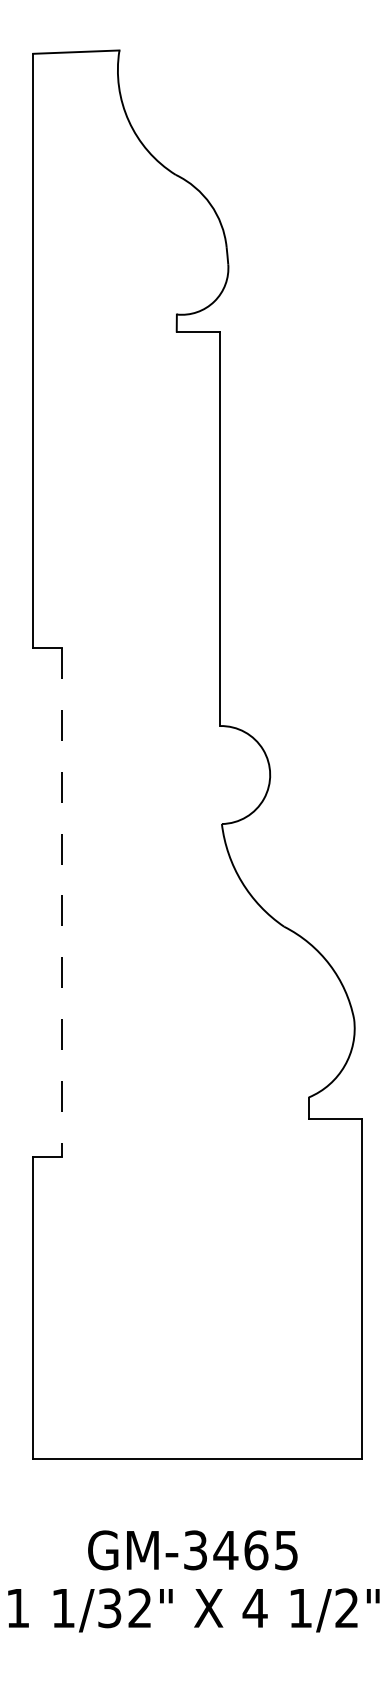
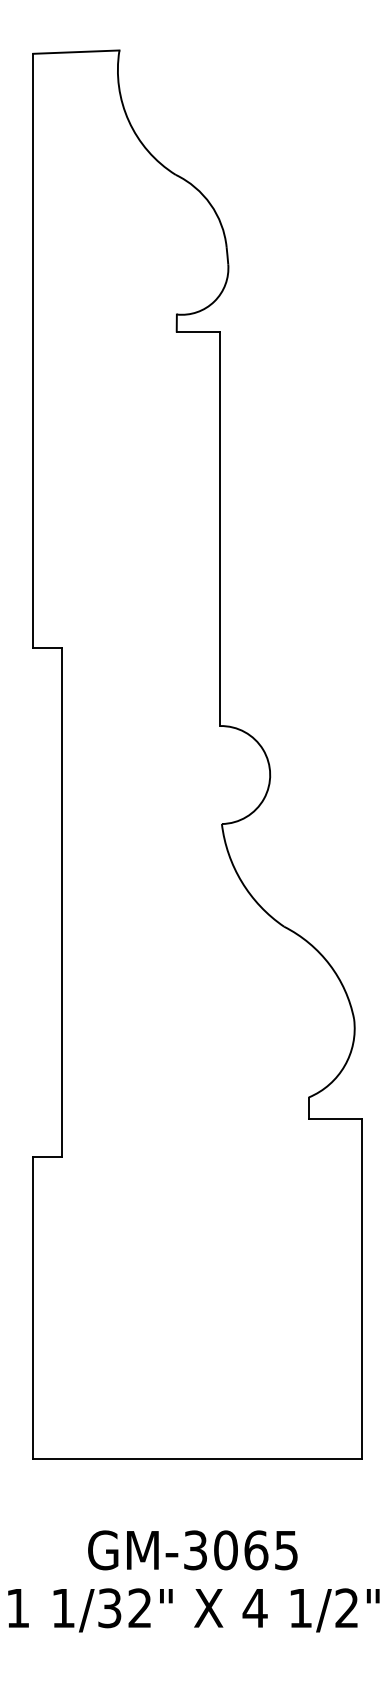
line at (62, 903): dashed -> solid
text at (225, 1550): GM-3465 -> GM-3065
